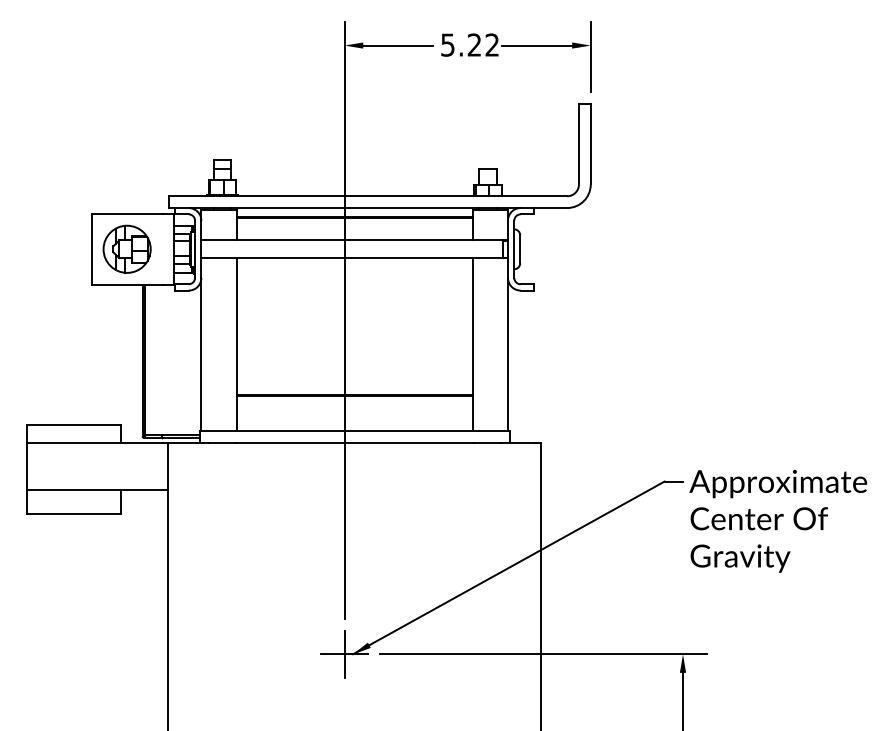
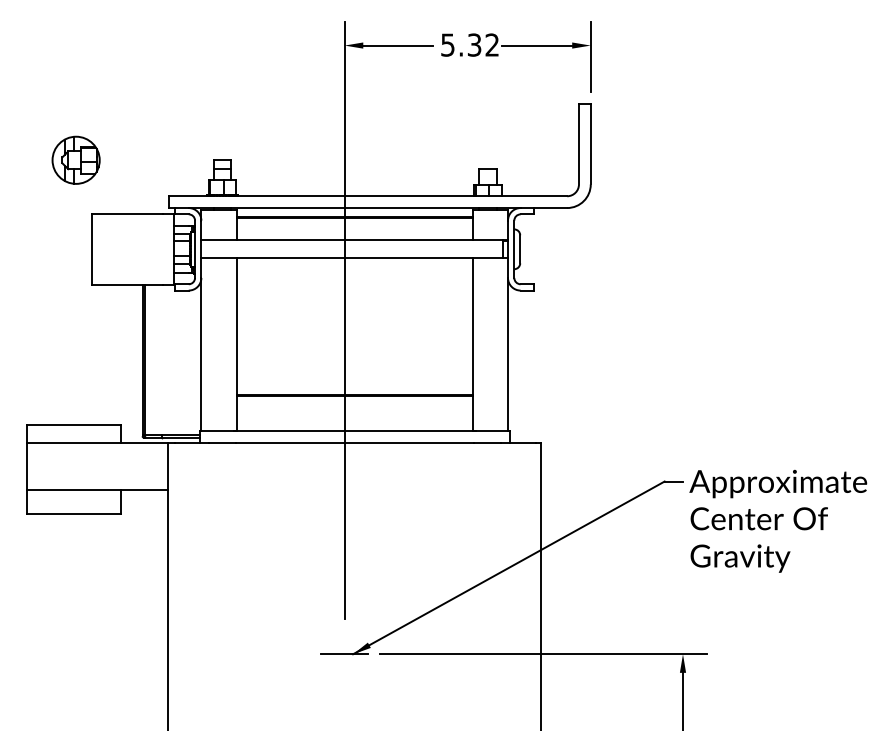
text at (474, 44): 5.22 -> 5.32
part at (126, 248) position: (126, 248) -> (75, 159)
line at (344, 653): present -> none
